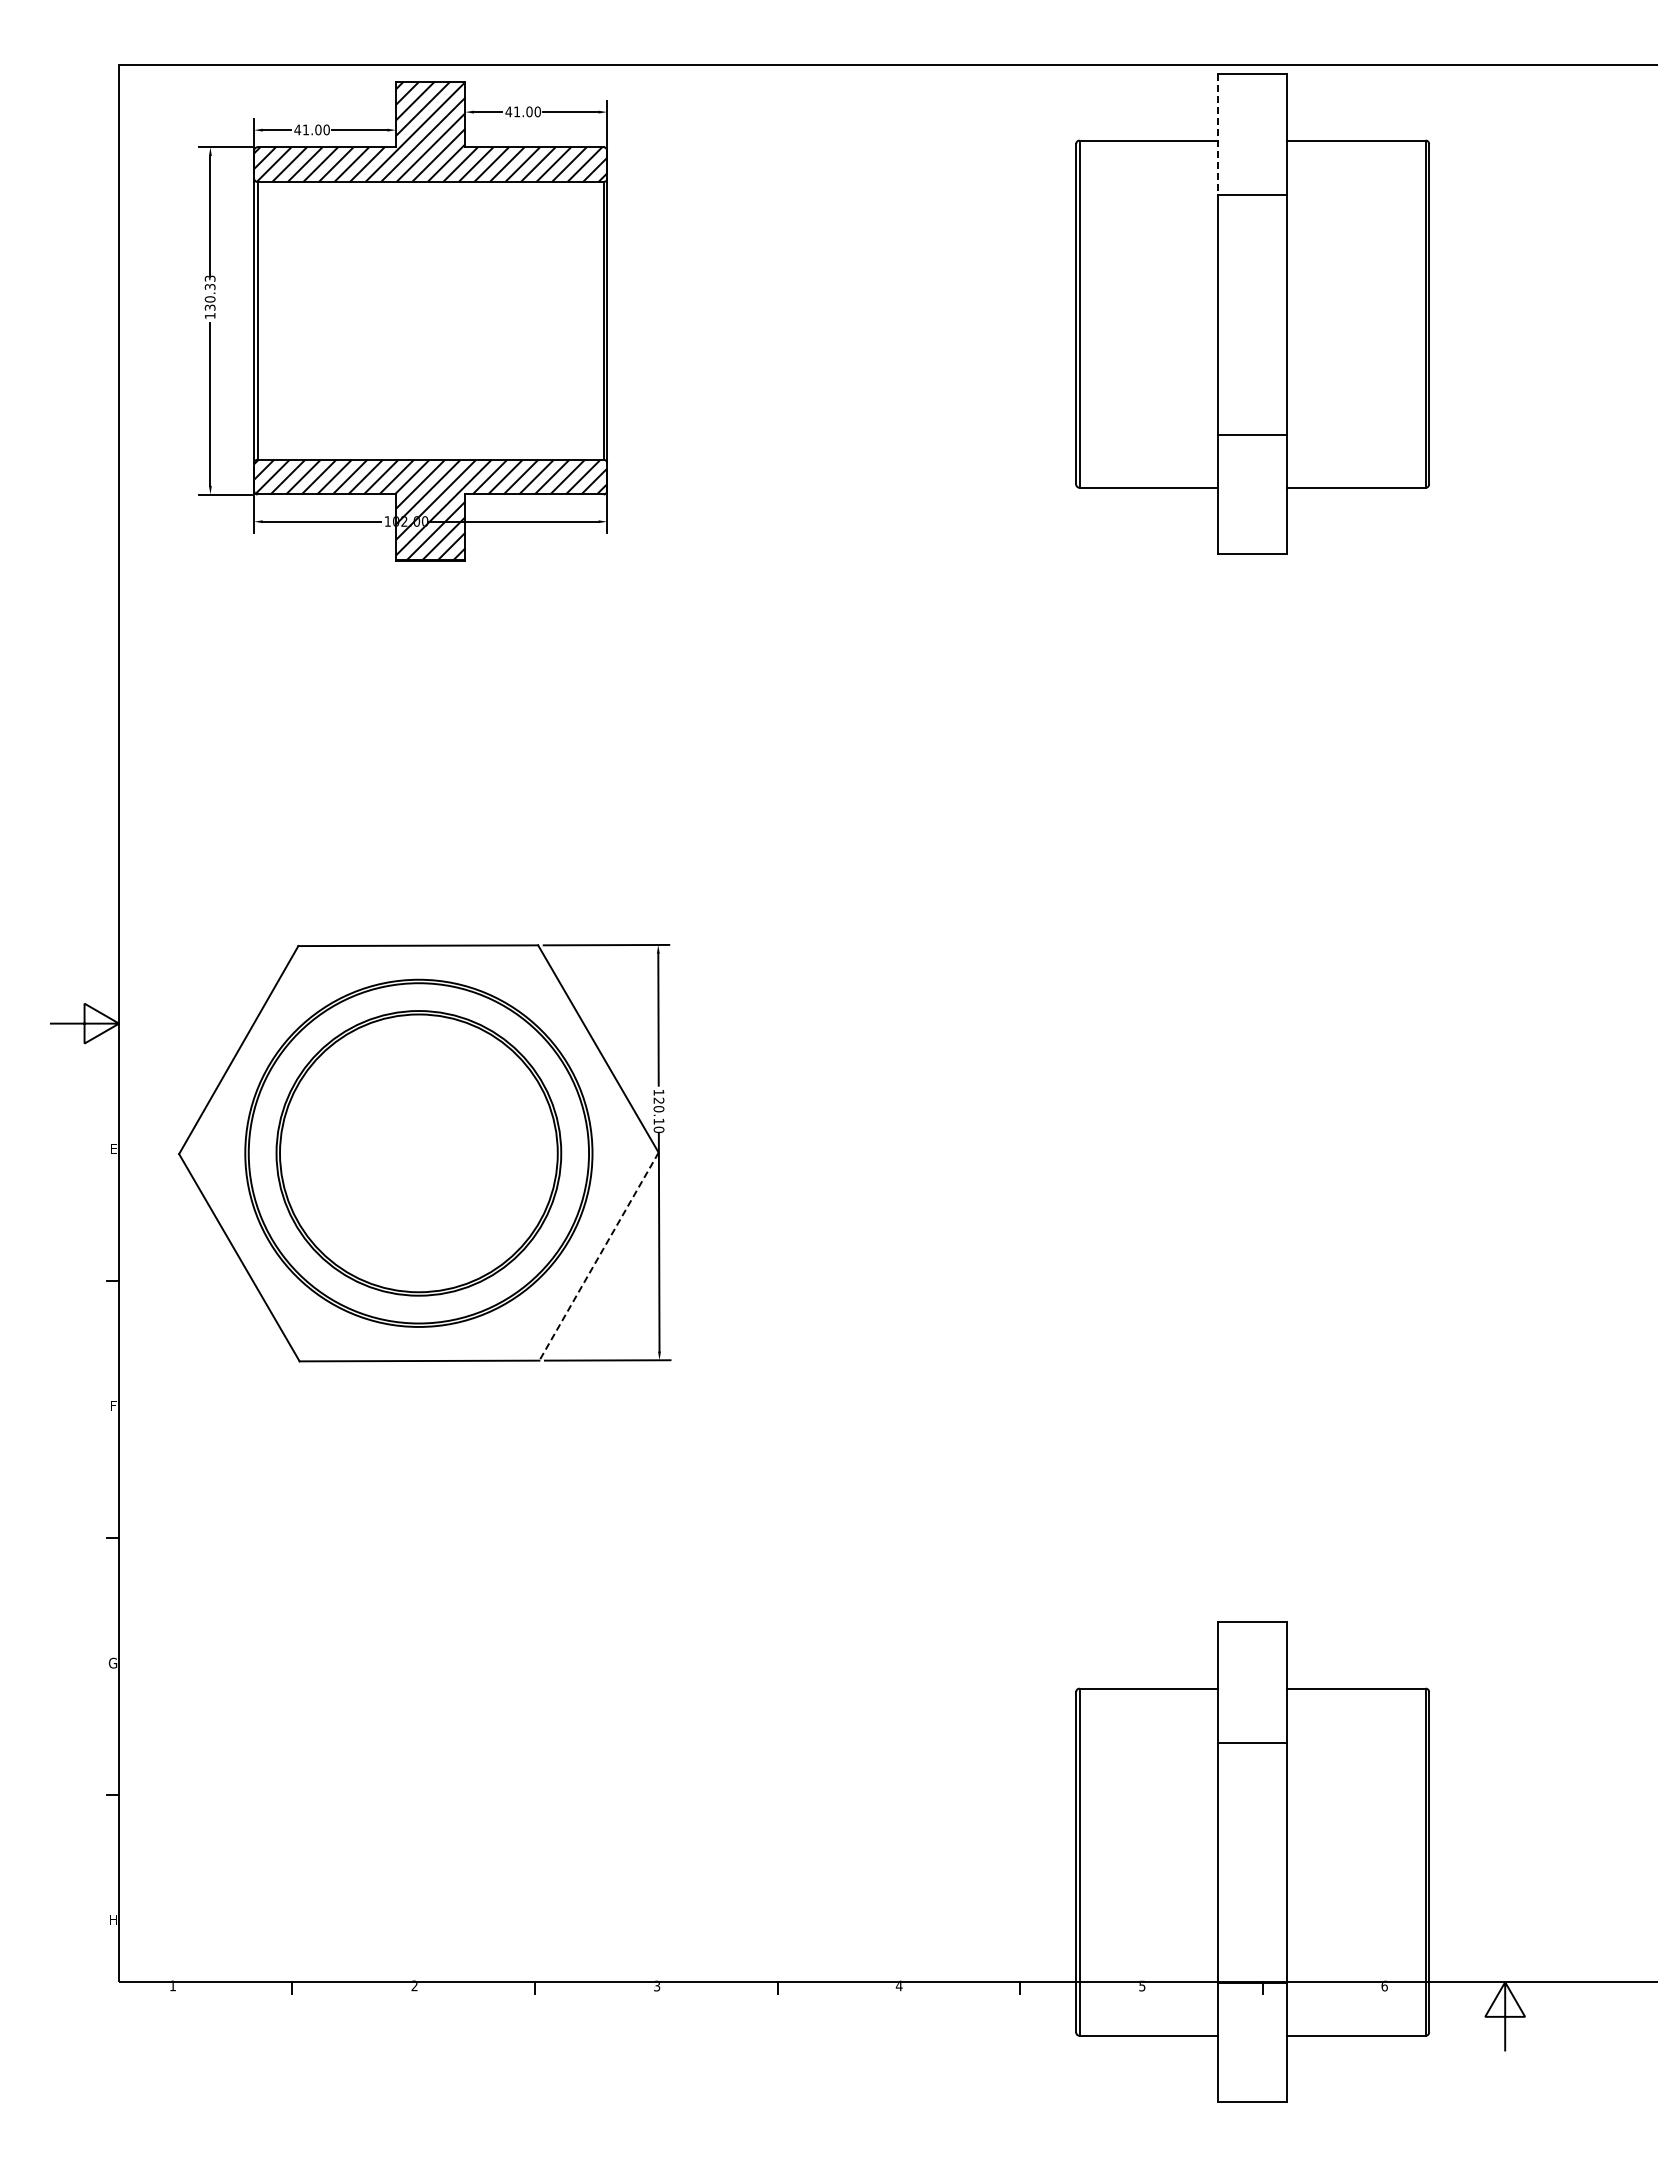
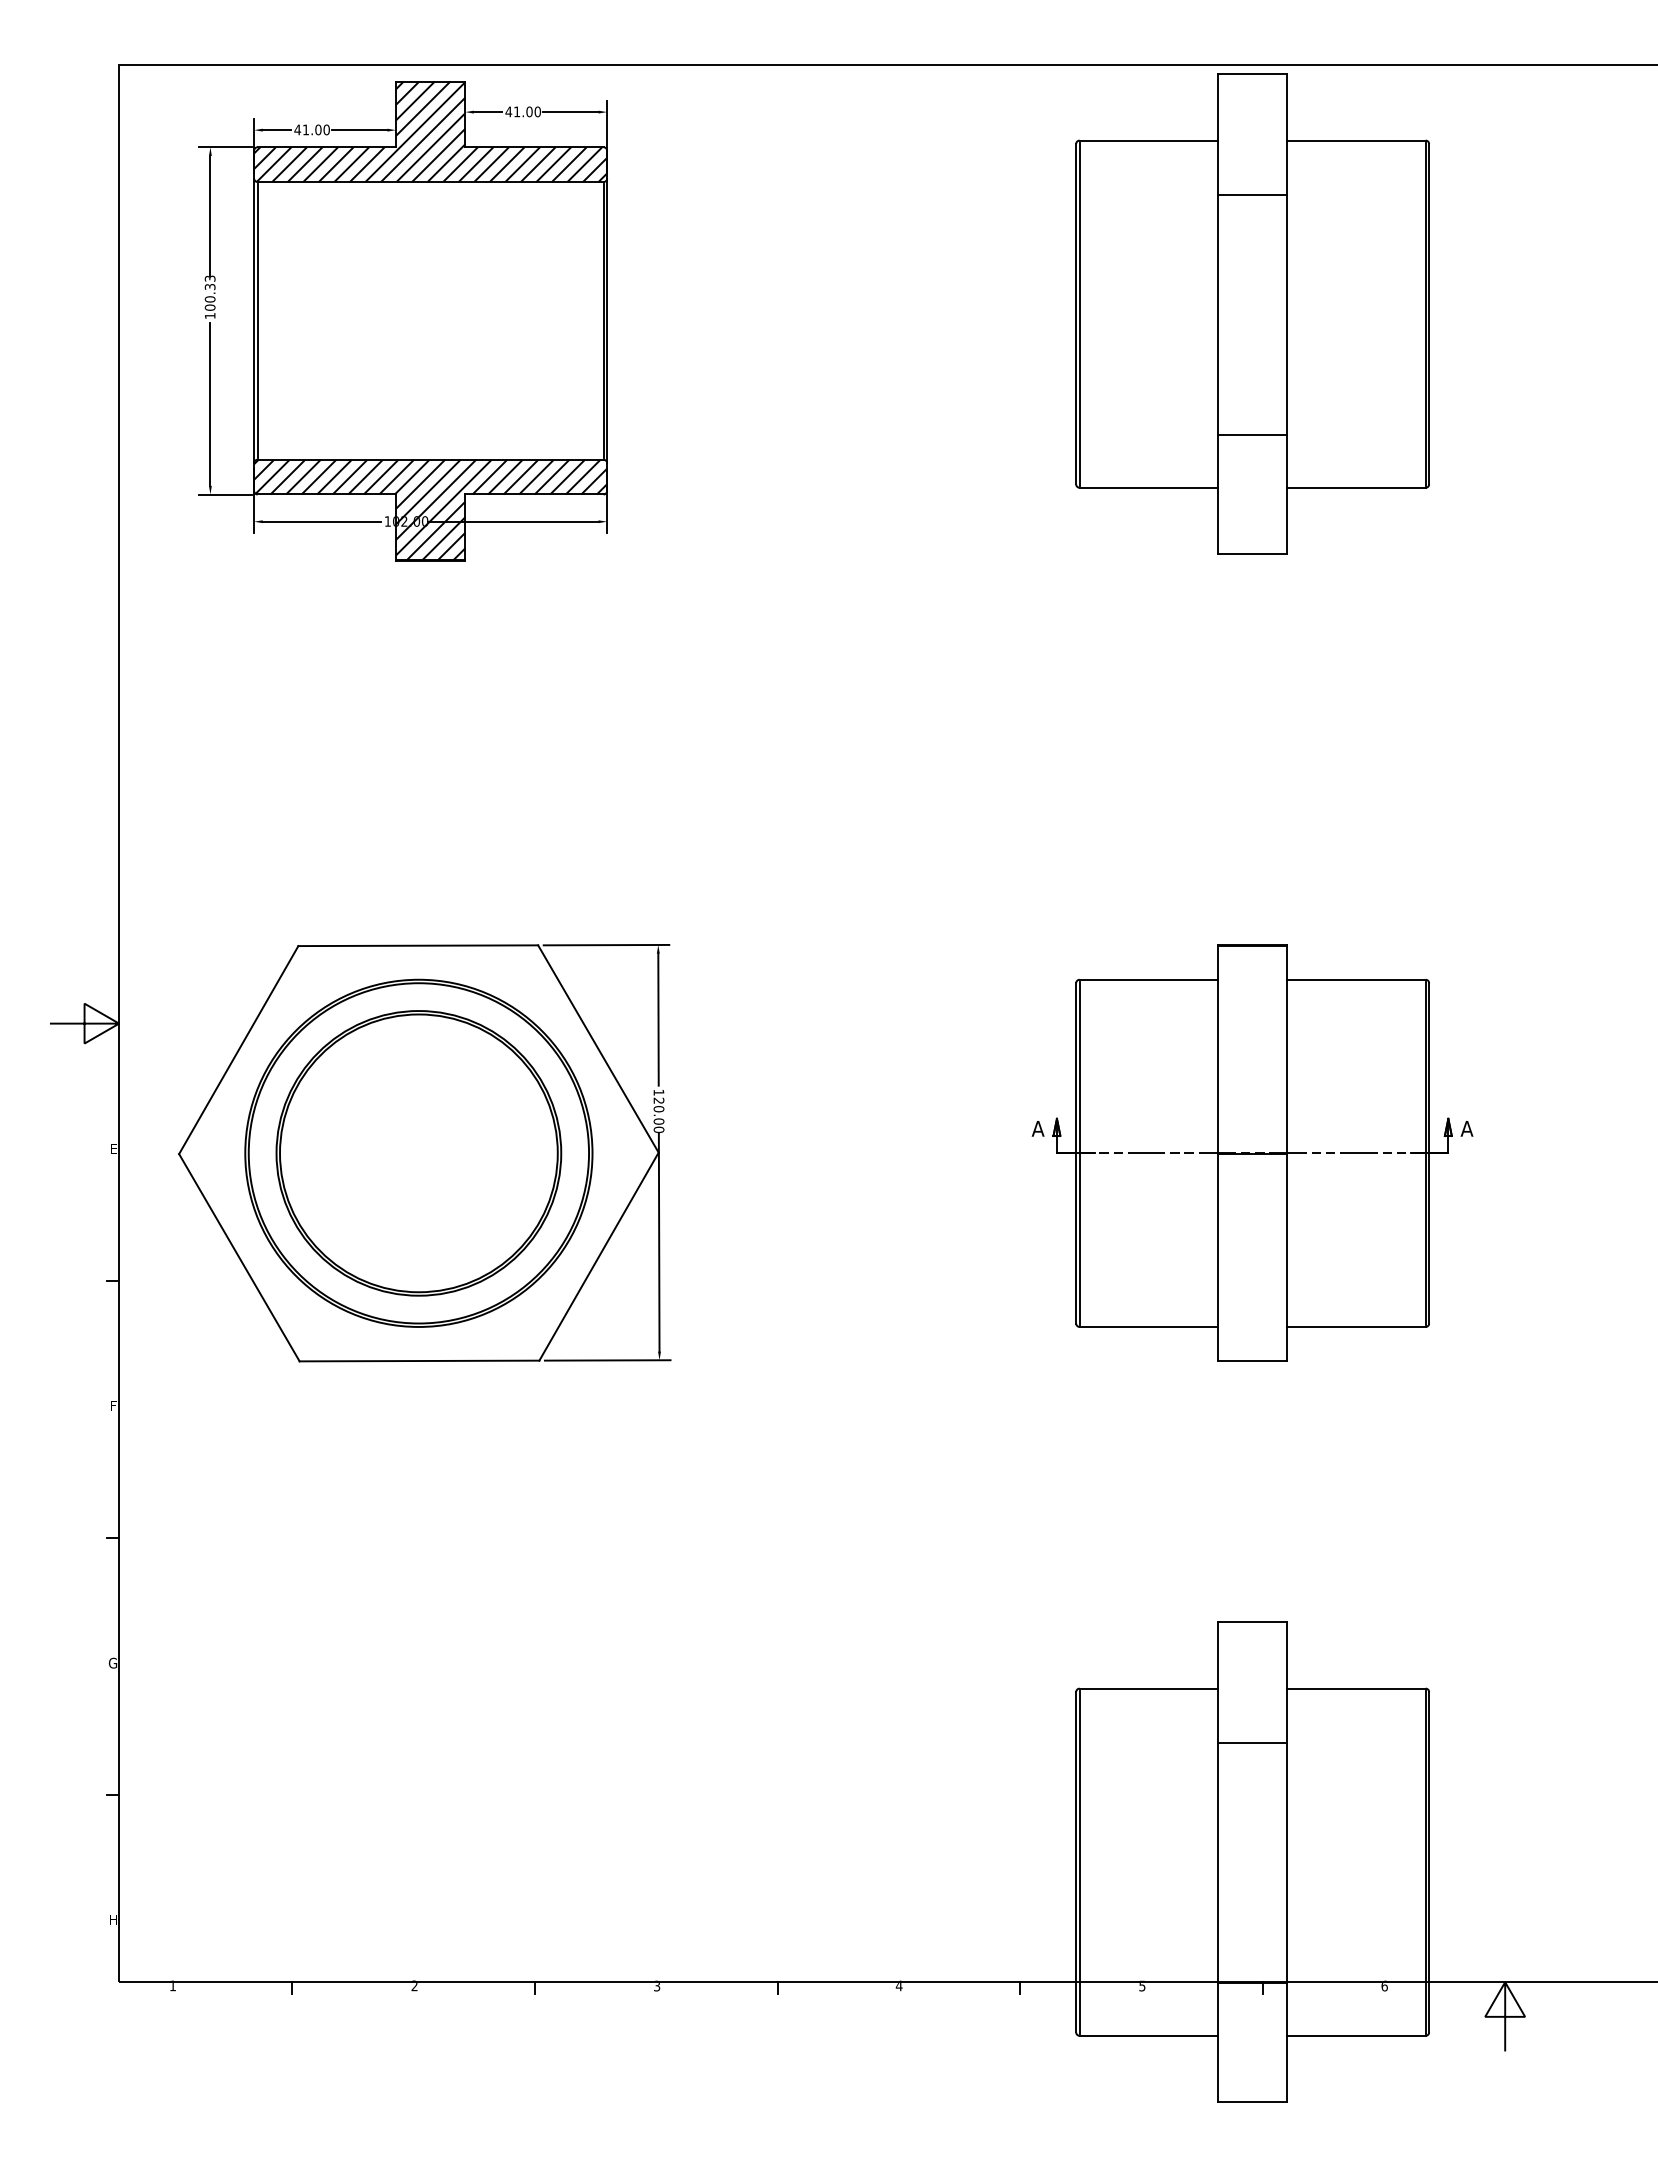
line at (1218, 135): dashed -> solid
text at (209, 307): 130.33 -> 100.33
text at (658, 1121): 120.10 -> 120.00
part at (1252, 1152): none -> present
line at (599, 1256): dashed -> solid
